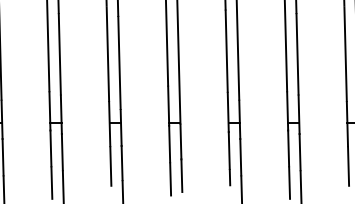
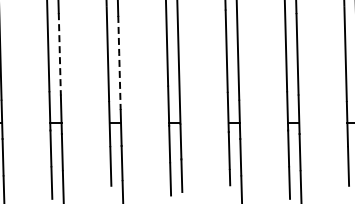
line at (59, 55): solid -> dashed
line at (119, 62): solid -> dashed
